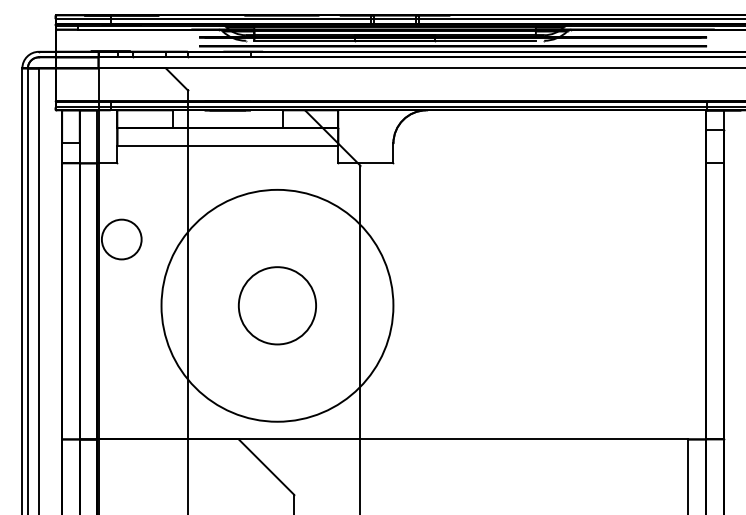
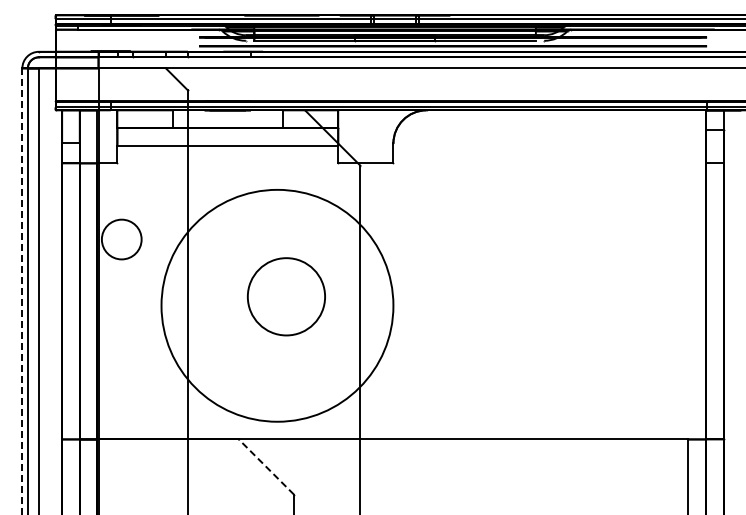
line at (22, 291): solid -> dashed
circle at (276, 305) position: (276, 305) -> (285, 296)
line at (266, 466): solid -> dashed
